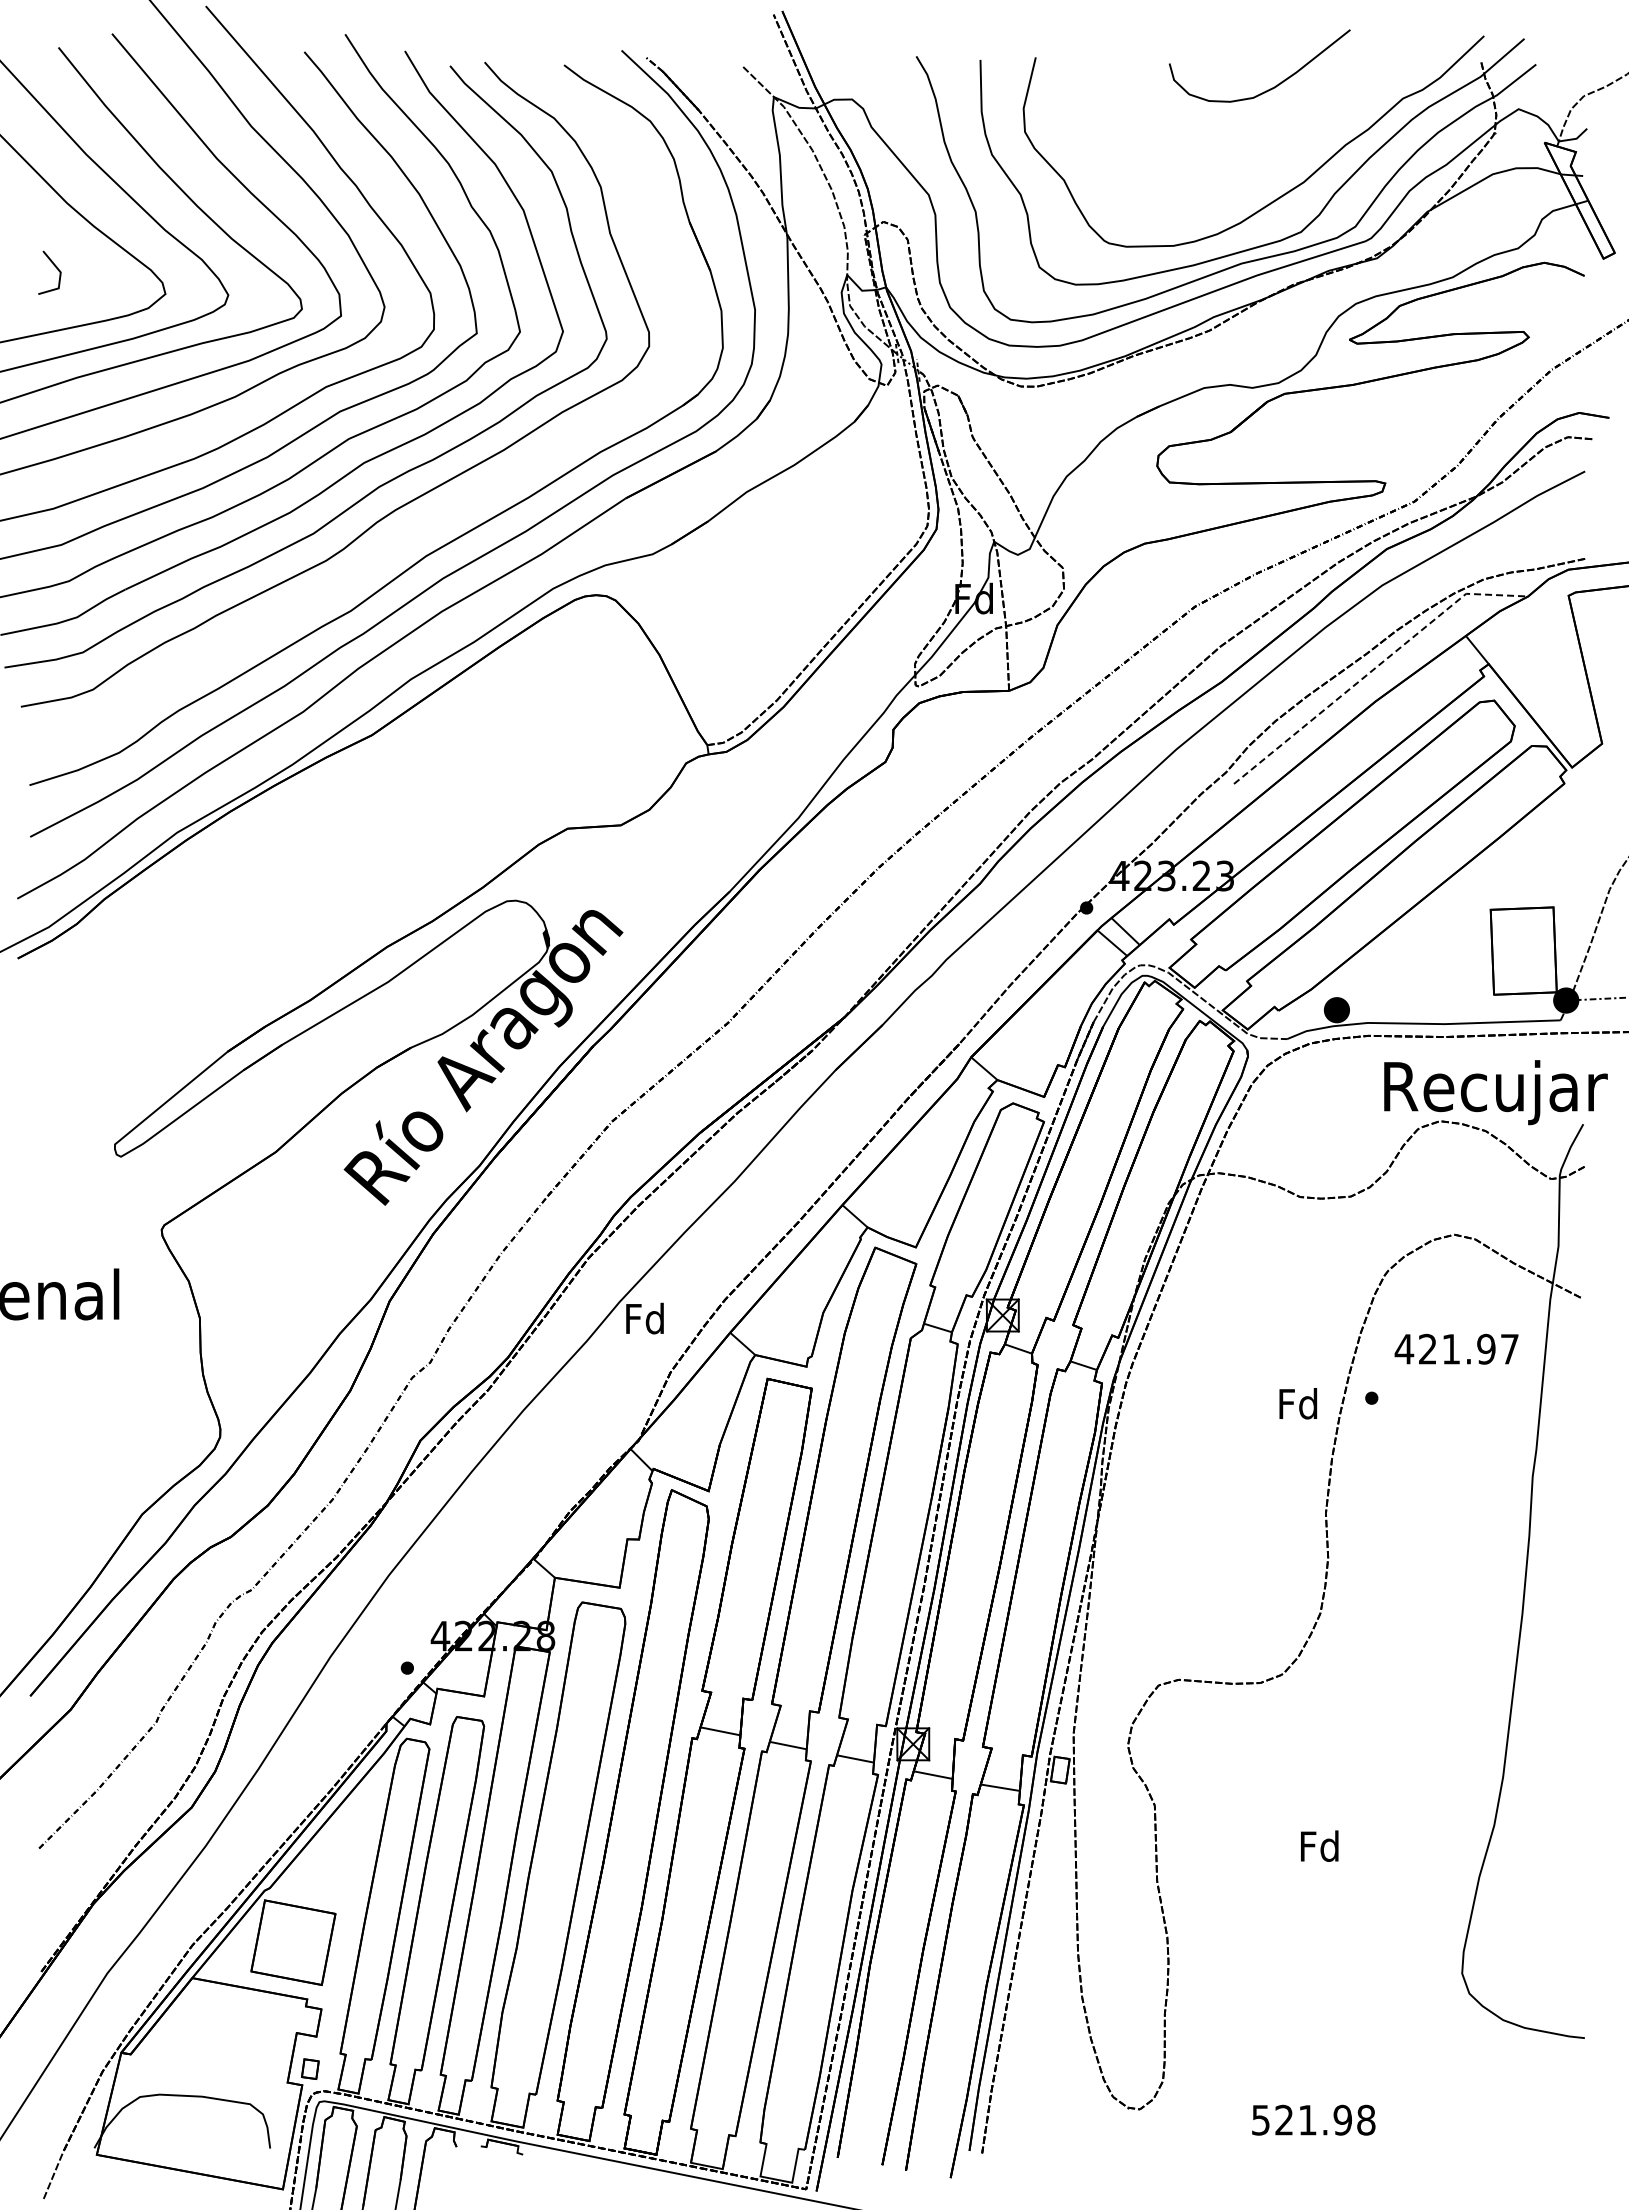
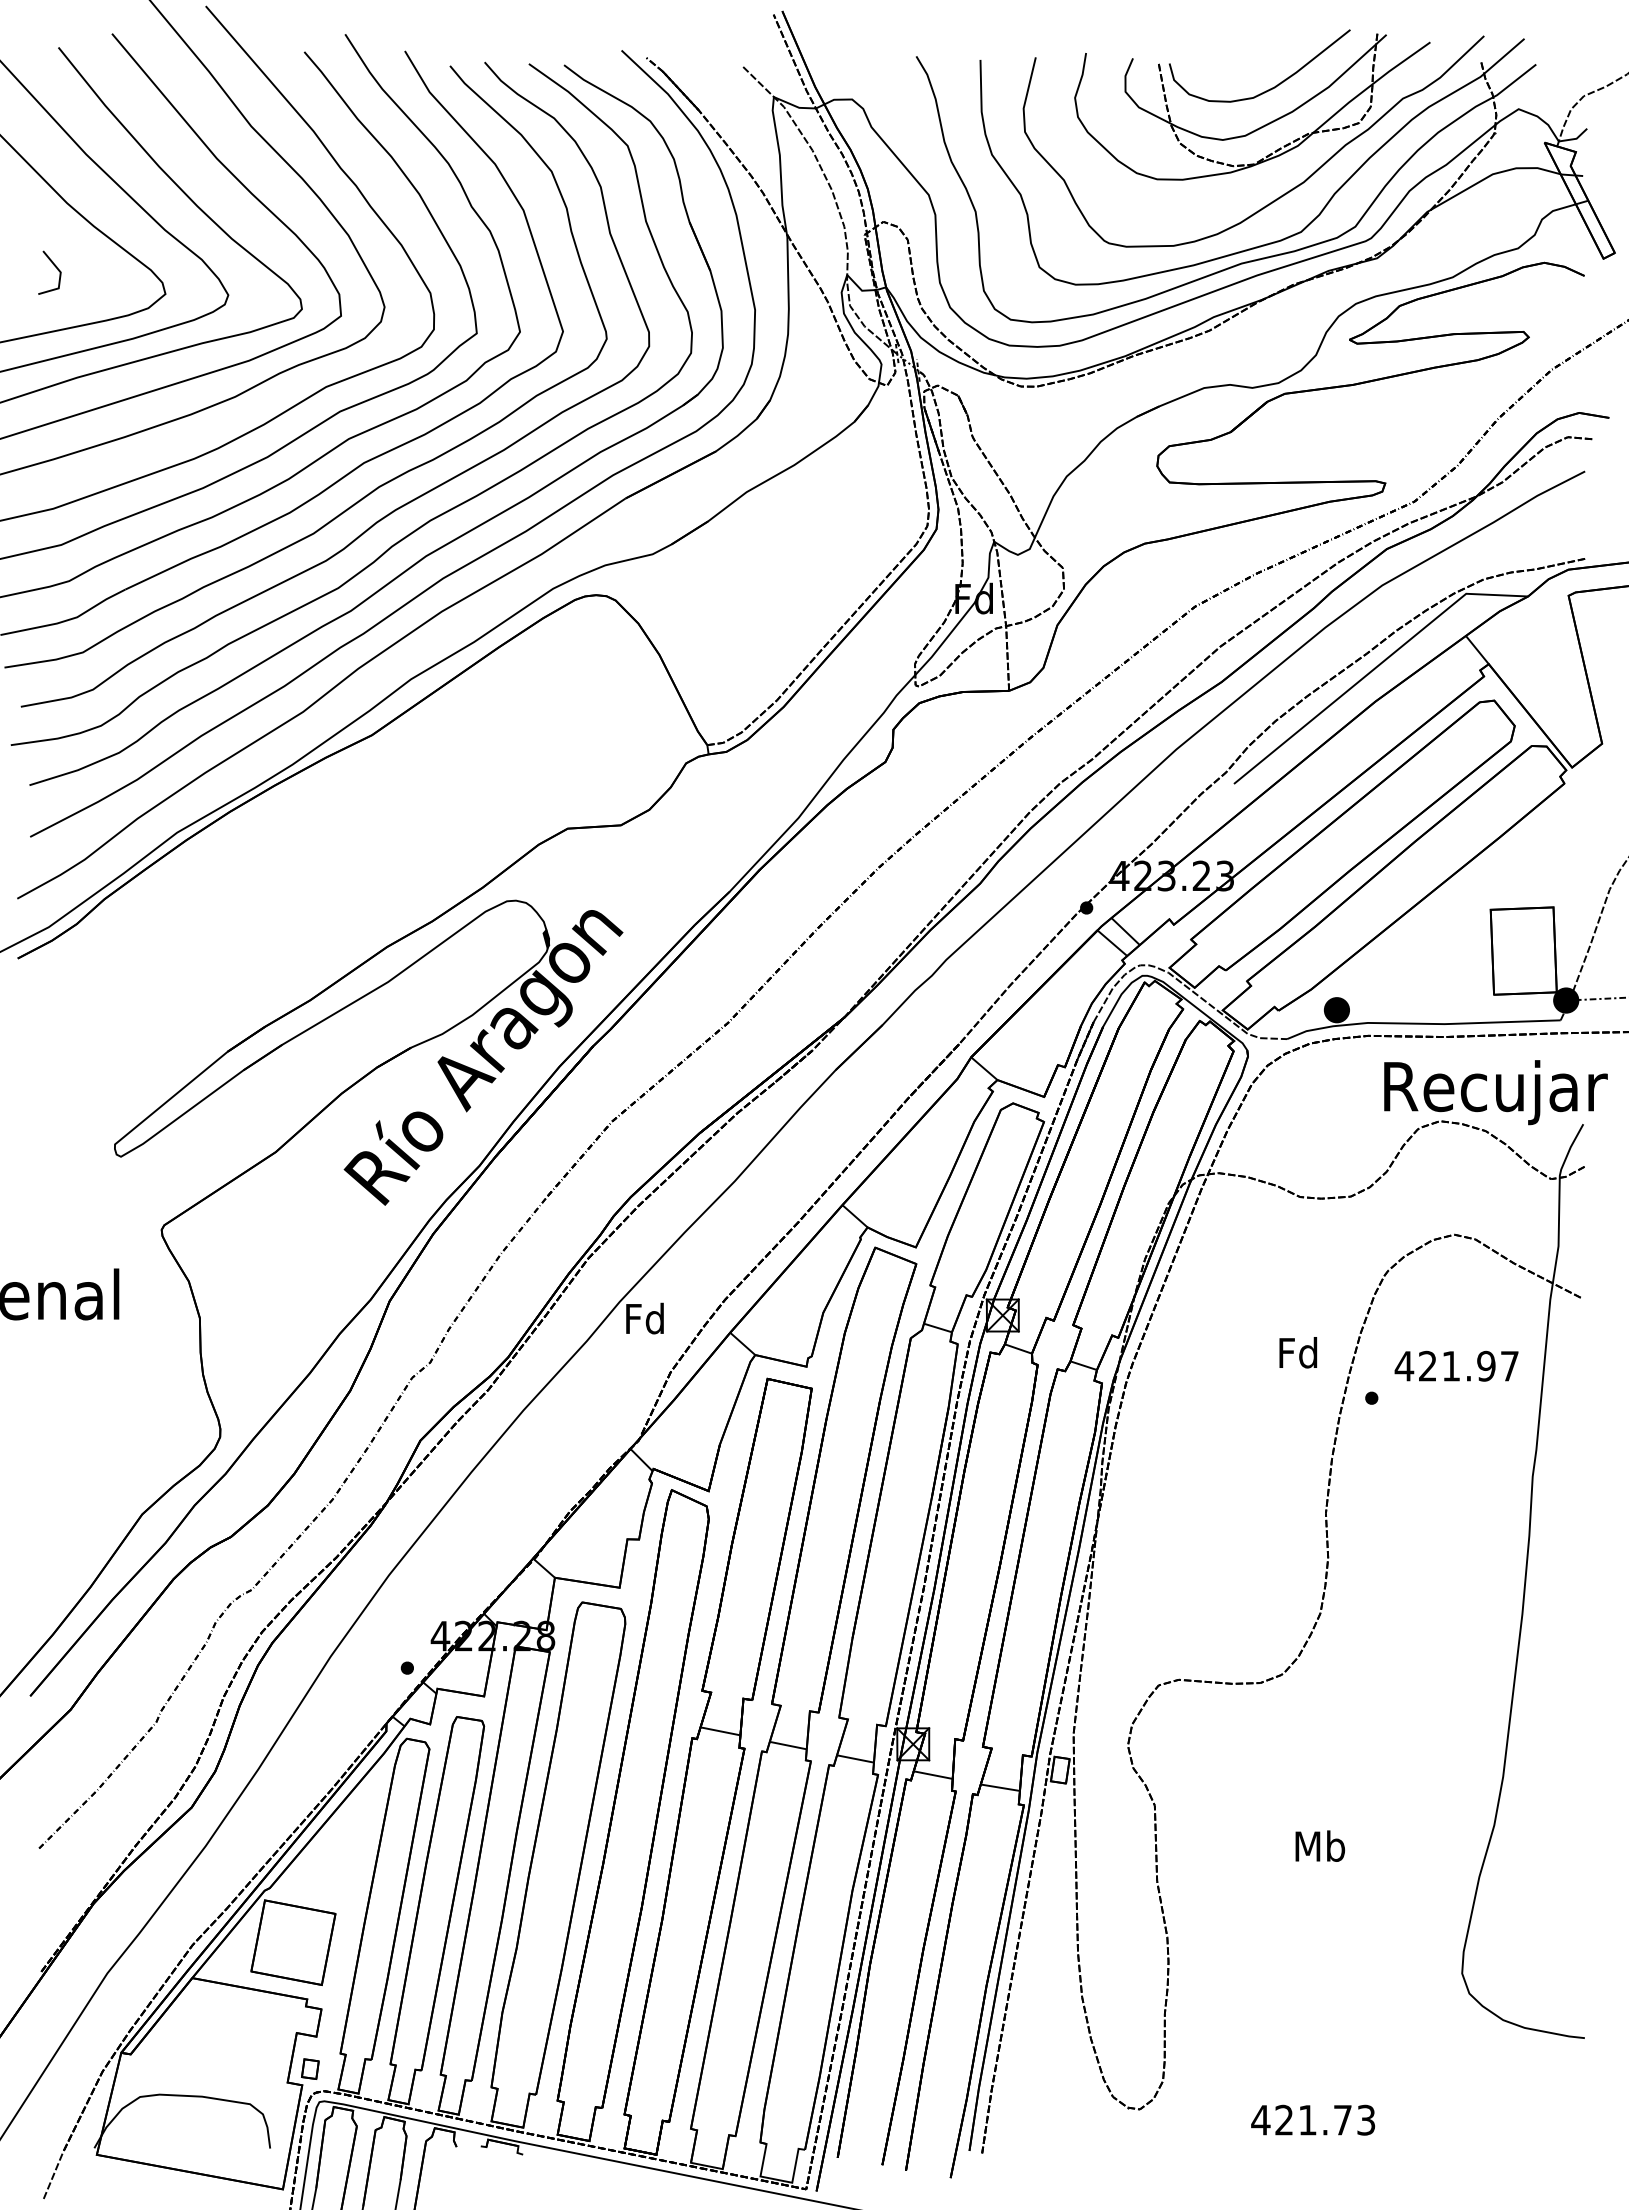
part at (1261, 126): none -> present
curve at (428, 520): none -> present
line at (1374, 668): dashed -> solid
text at (1456, 1348) position: (1456, 1348) -> (1456, 1365)
text at (1298, 1403) position: (1298, 1403) -> (1298, 1352)
text at (1320, 1845): Fd -> Mb
text at (1313, 2119): 521.98 -> 421.73
